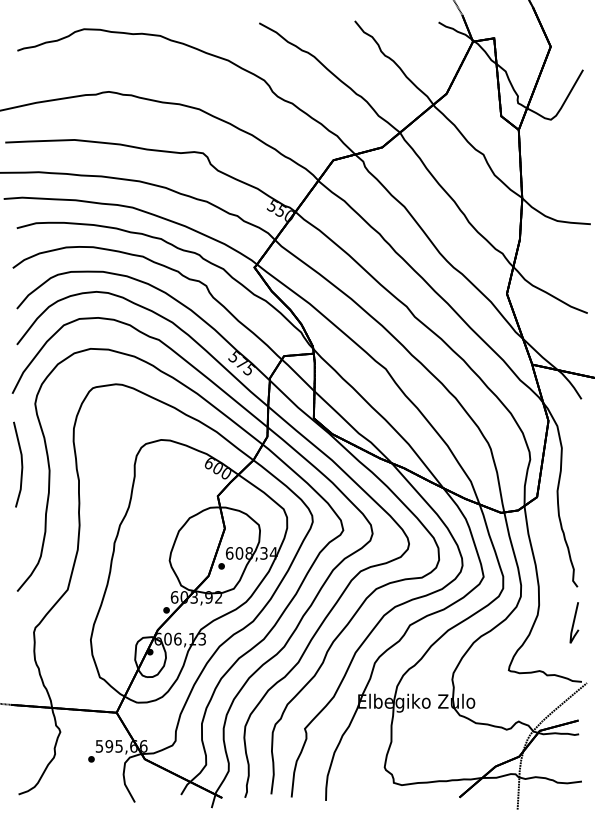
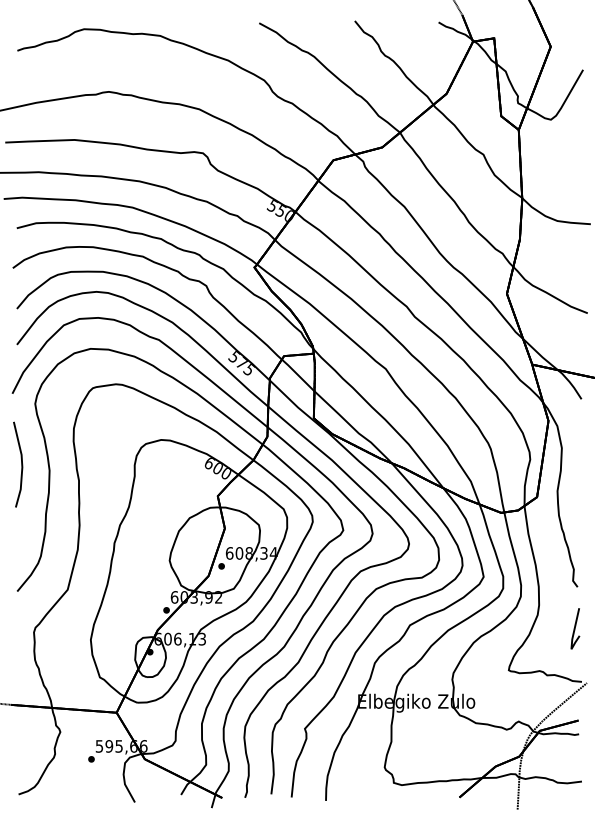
line at (574, 622) position: (574, 622) -> (575, 628)
